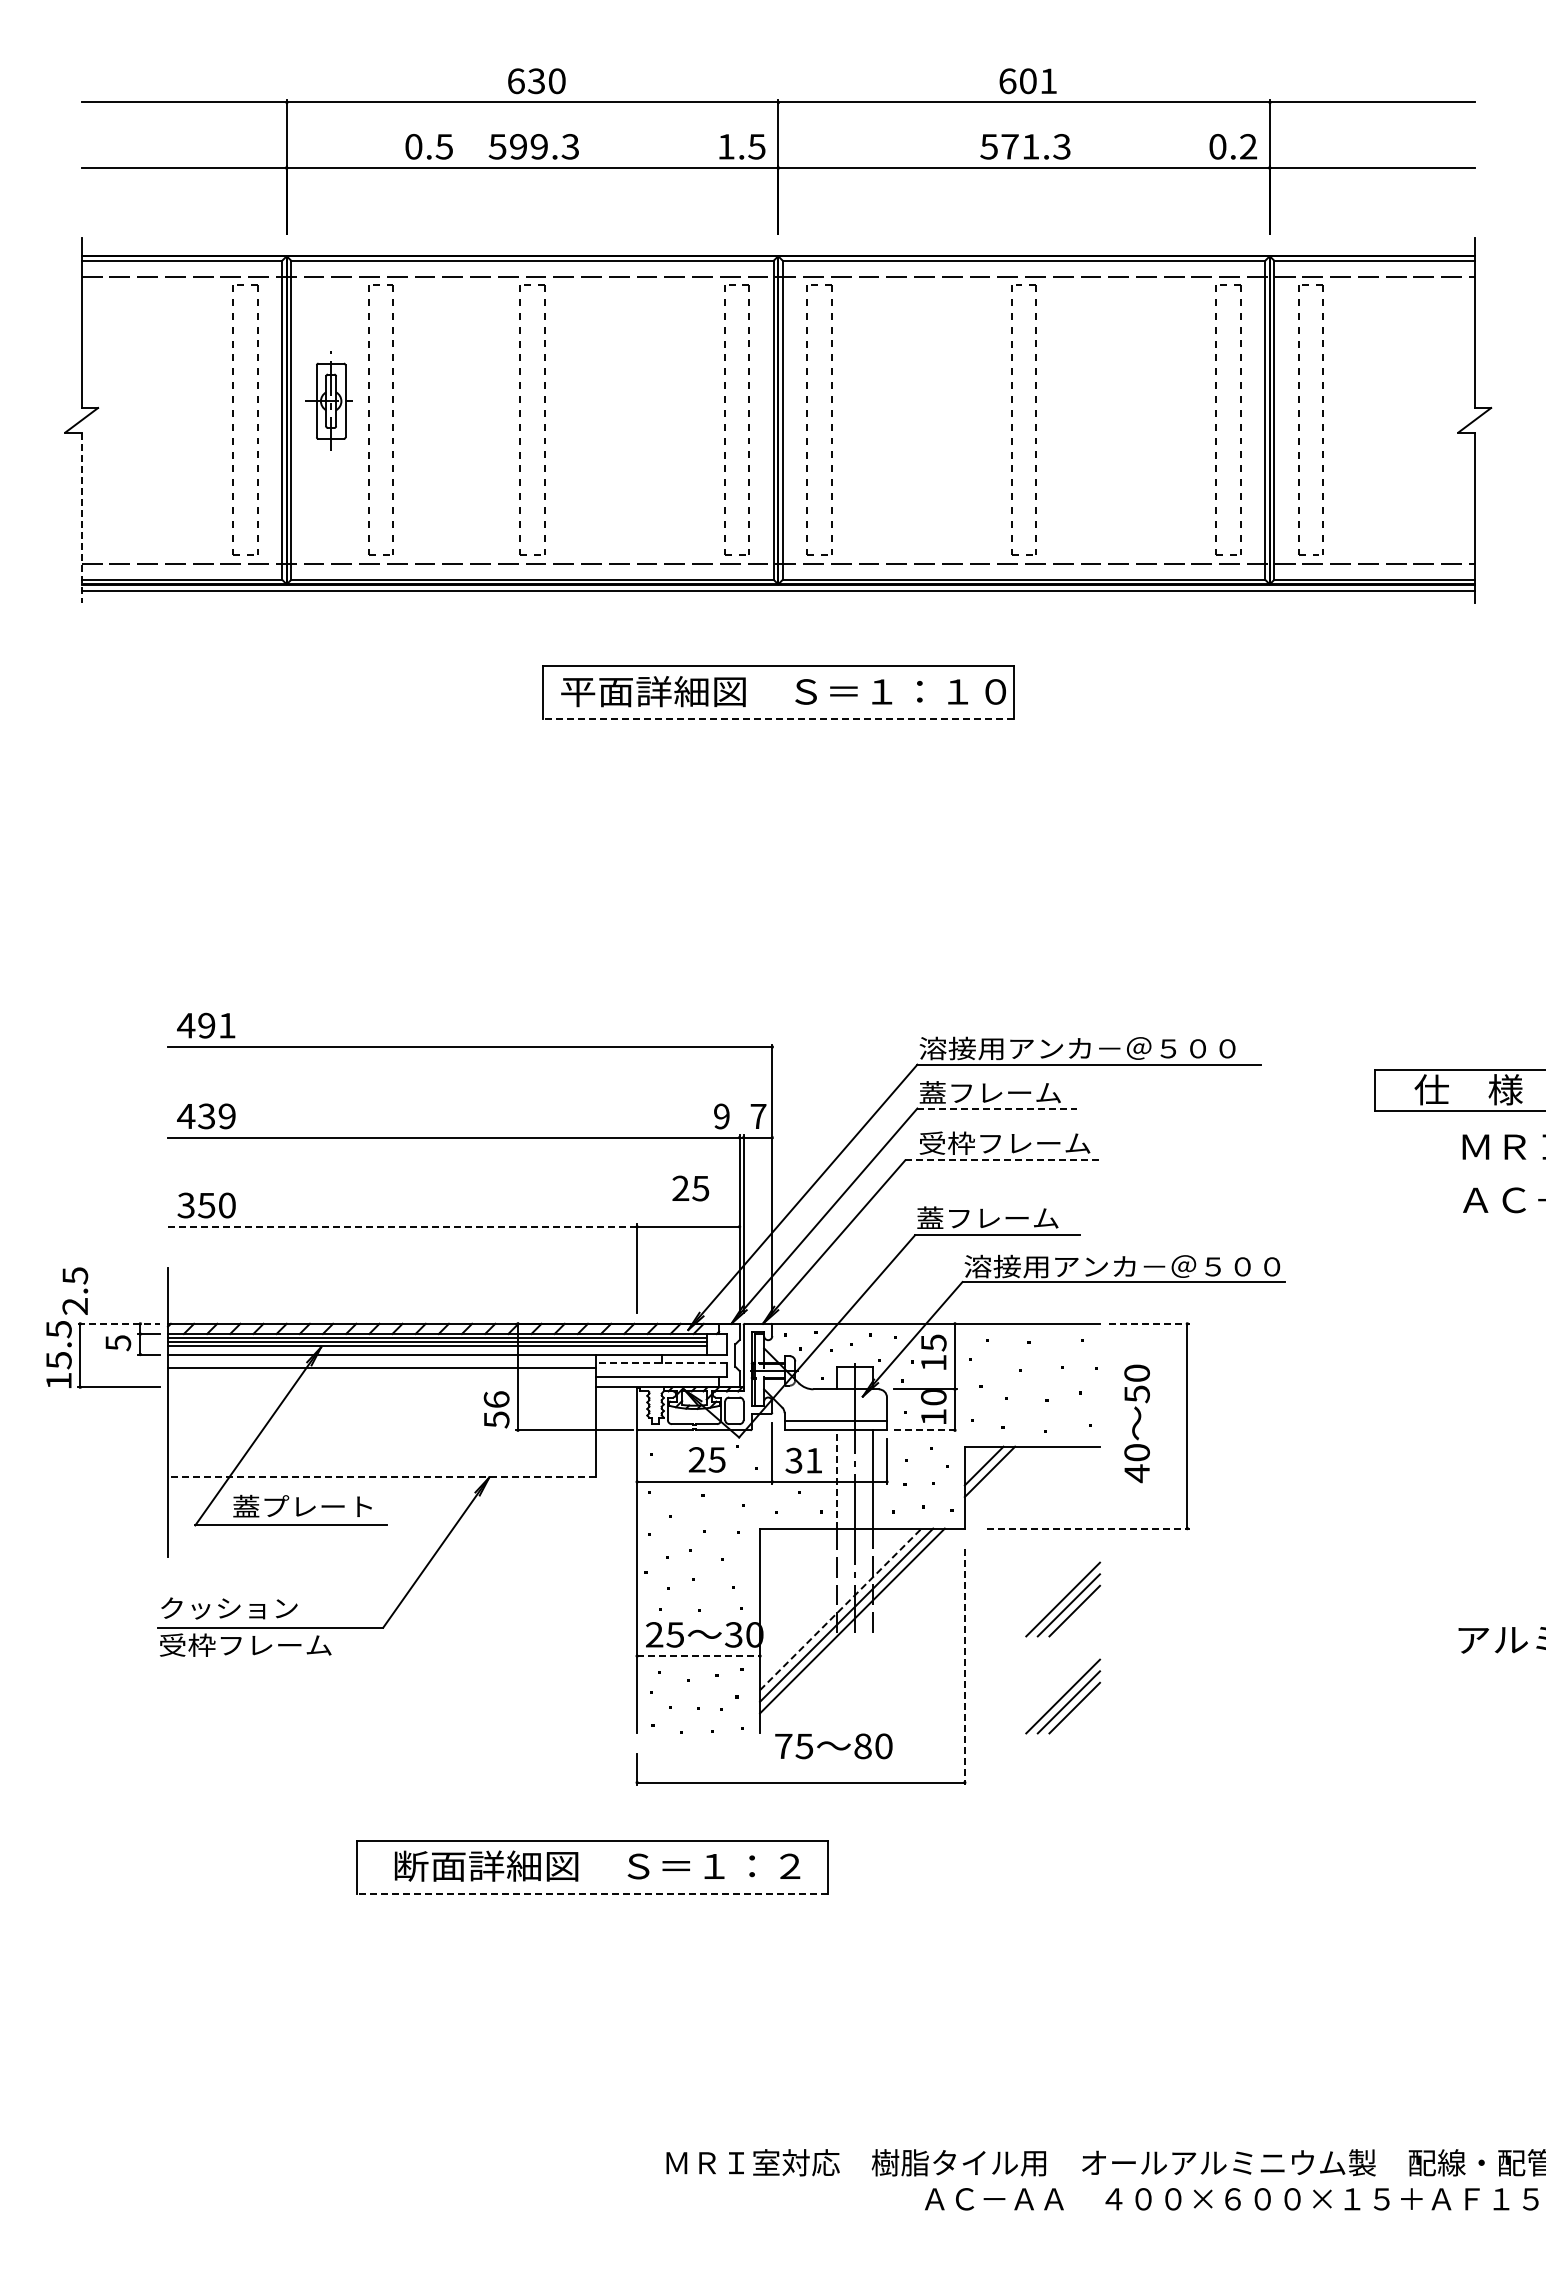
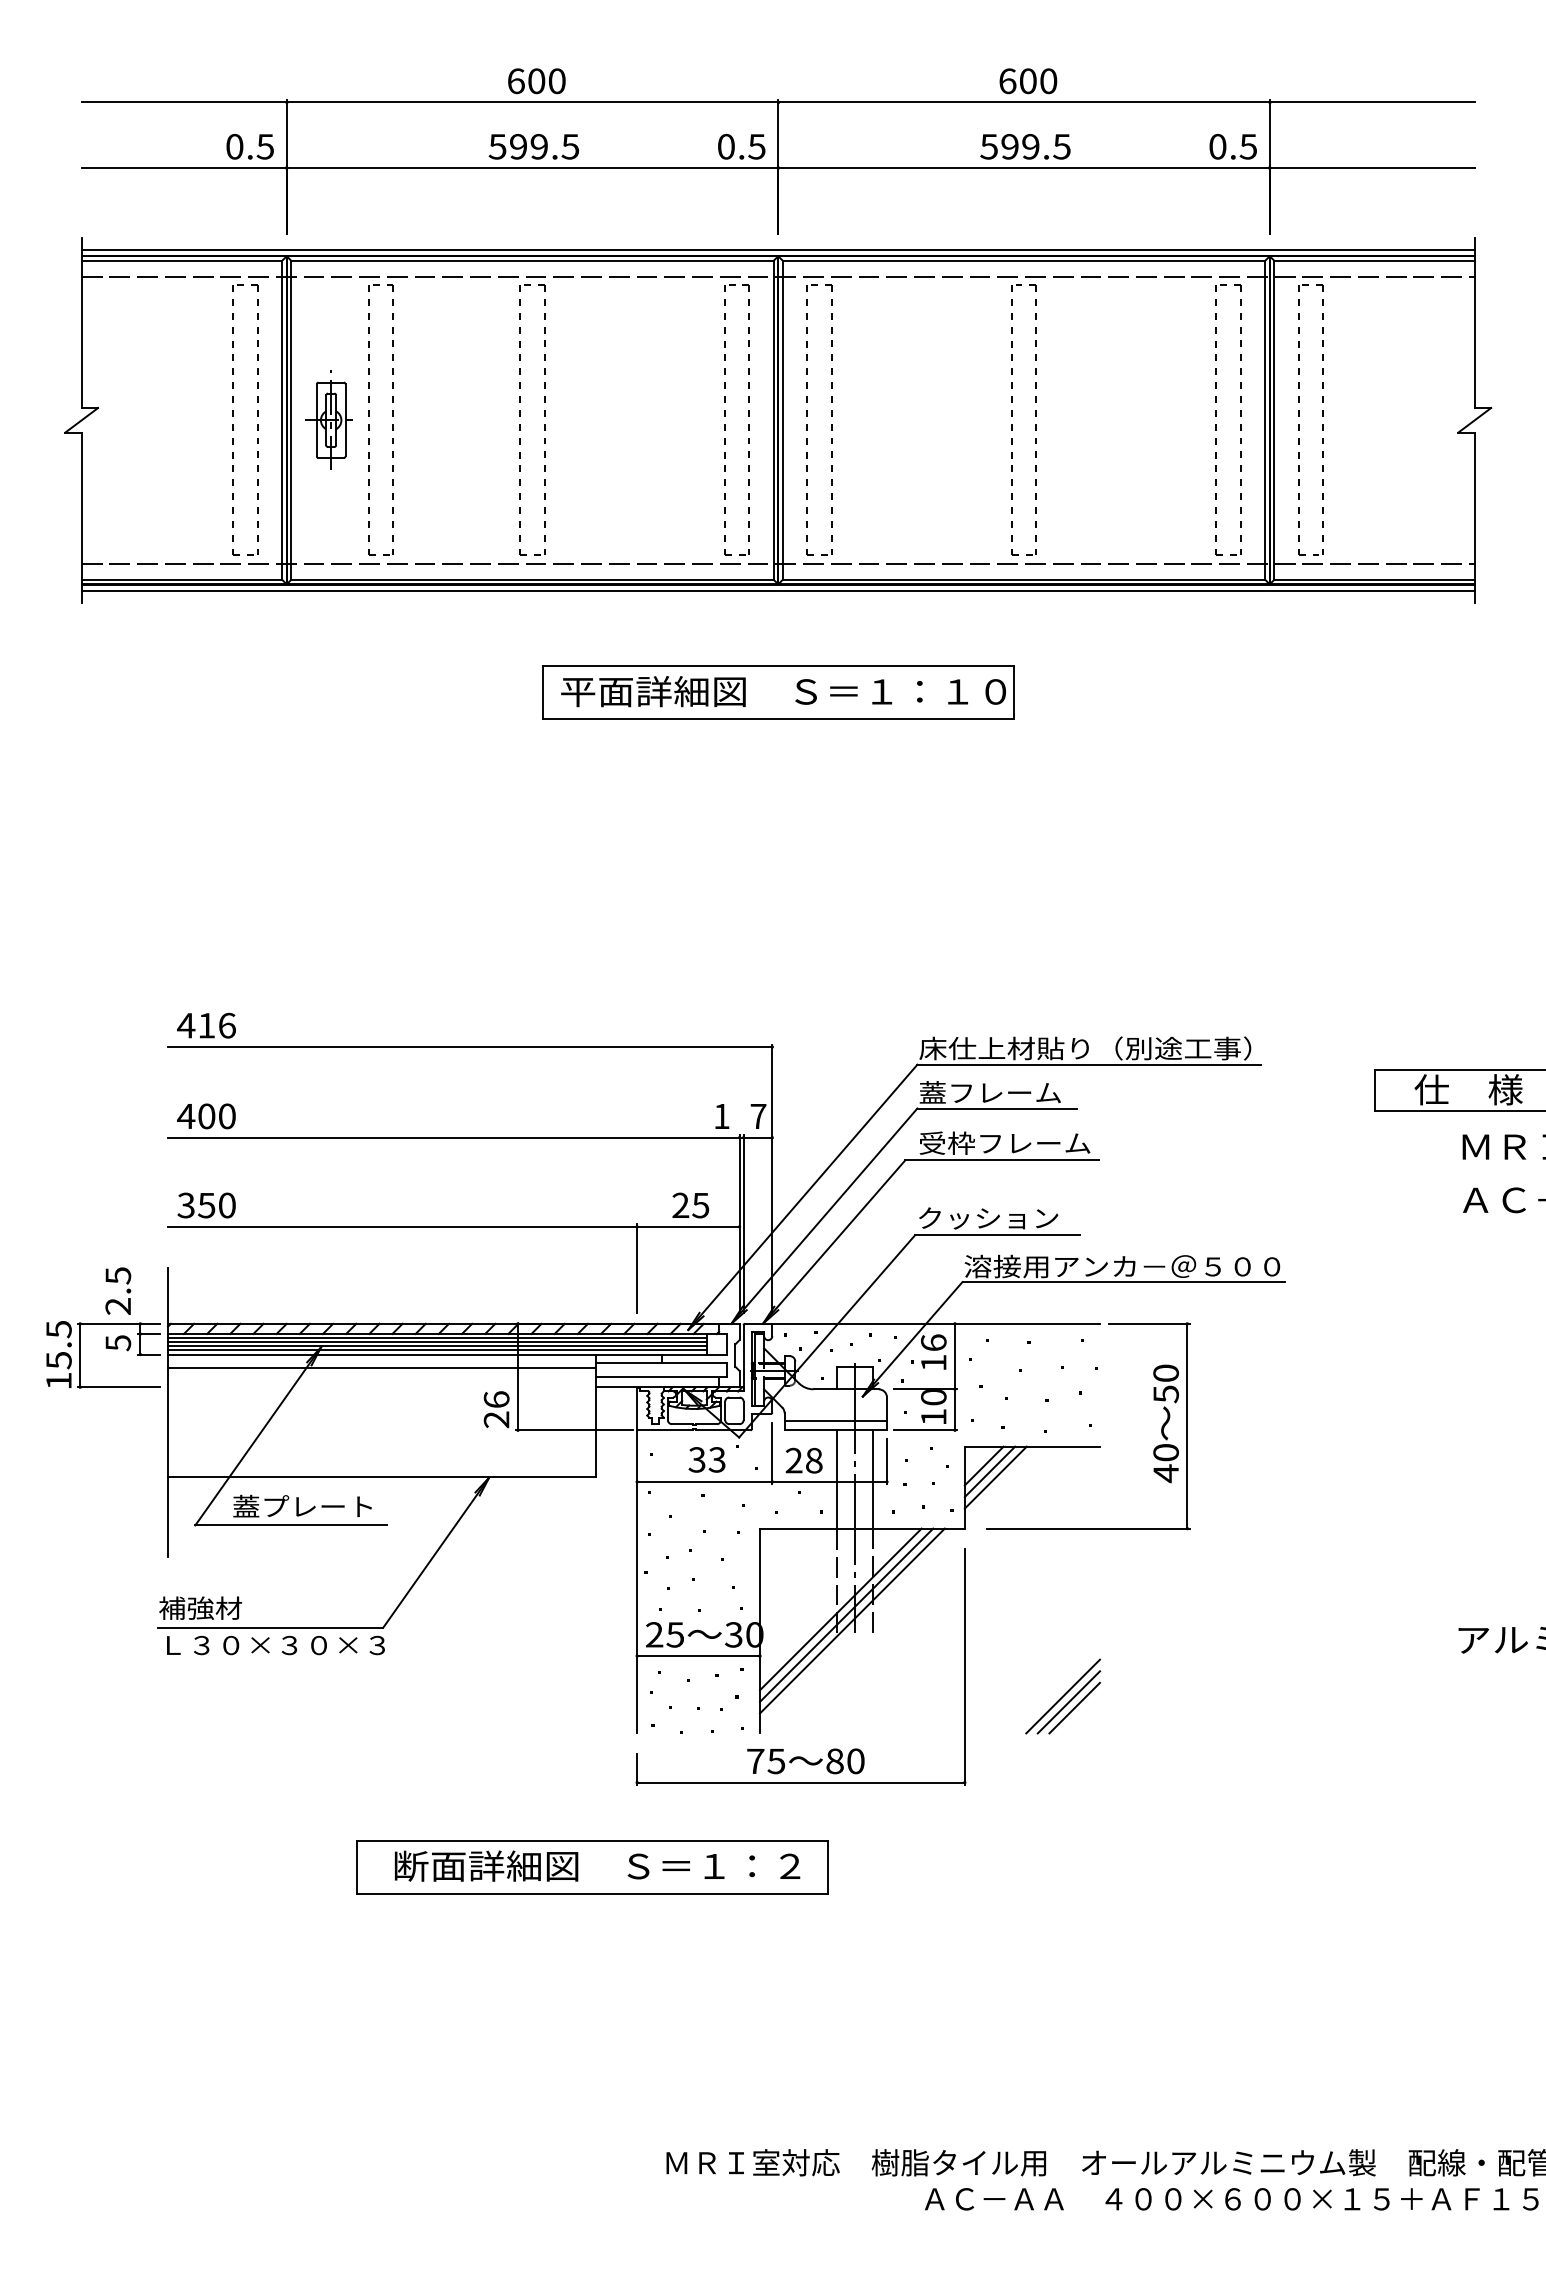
text at (536, 81): 630 -> 600
text at (1048, 81): 601 -> 600
text at (428, 146) position: (428, 146) -> (249, 146)
text at (570, 146): 599.3 -> 599.5
text at (726, 146): 1.5 -> 0.5
text at (1035, 146): 571.3 -> 599.5
text at (1248, 146): 0.2 -> 0.5
line at (777, 249): none -> present
part at (328, 400) position: (328, 400) -> (328, 419)
line at (81, 518): dashed -> solid
line at (778, 719): dashed -> solid
text at (216, 1025): 491 -> 416
text at (1085, 1048): 溶接用アンカ－＠５００ -> 床仕上材貼り（別途工事）
line at (997, 1108): dashed -> solid
text at (216, 1116): 439 -> 400
text at (721, 1116): 9 -> 1
line at (1002, 1160): dashed -> solid
text at (690, 1188) position: (690, 1188) -> (690, 1205)
text at (987, 1217): 蓋フレーム -> クッション
line at (402, 1226): dashed -> solid
text at (75, 1290) position: (75, 1290) -> (118, 1290)
line at (119, 1323): dashed -> solid
line at (1149, 1323): dashed -> solid
text at (933, 1342): 15 -> 16
line at (436, 1350): none -> present
line at (661, 1362): dashed -> solid
text at (496, 1419): 56 -> 26
text at (1136, 1423) position: (1136, 1423) -> (1165, 1423)
line at (925, 1430): dashed -> solid
text at (706, 1459): 25 -> 33
text at (803, 1460): 31 -> 28
line at (381, 1477): dashed -> solid
line at (995, 1477): none -> present
line at (836, 1478): dashed -> solid
line at (1088, 1528): dashed -> solid
part at (1063, 1599): present -> none
text at (228, 1607): クッション -> 補強材
line at (841, 1609): dashed -> solid
text at (272, 1644): 受枠フレーム -> Ｌ３０×３０×３
line at (699, 1656): dashed -> solid
line at (964, 1667): dashed -> solid
text at (833, 1746) position: (833, 1746) -> (805, 1761)
line at (592, 1893): dashed -> solid
